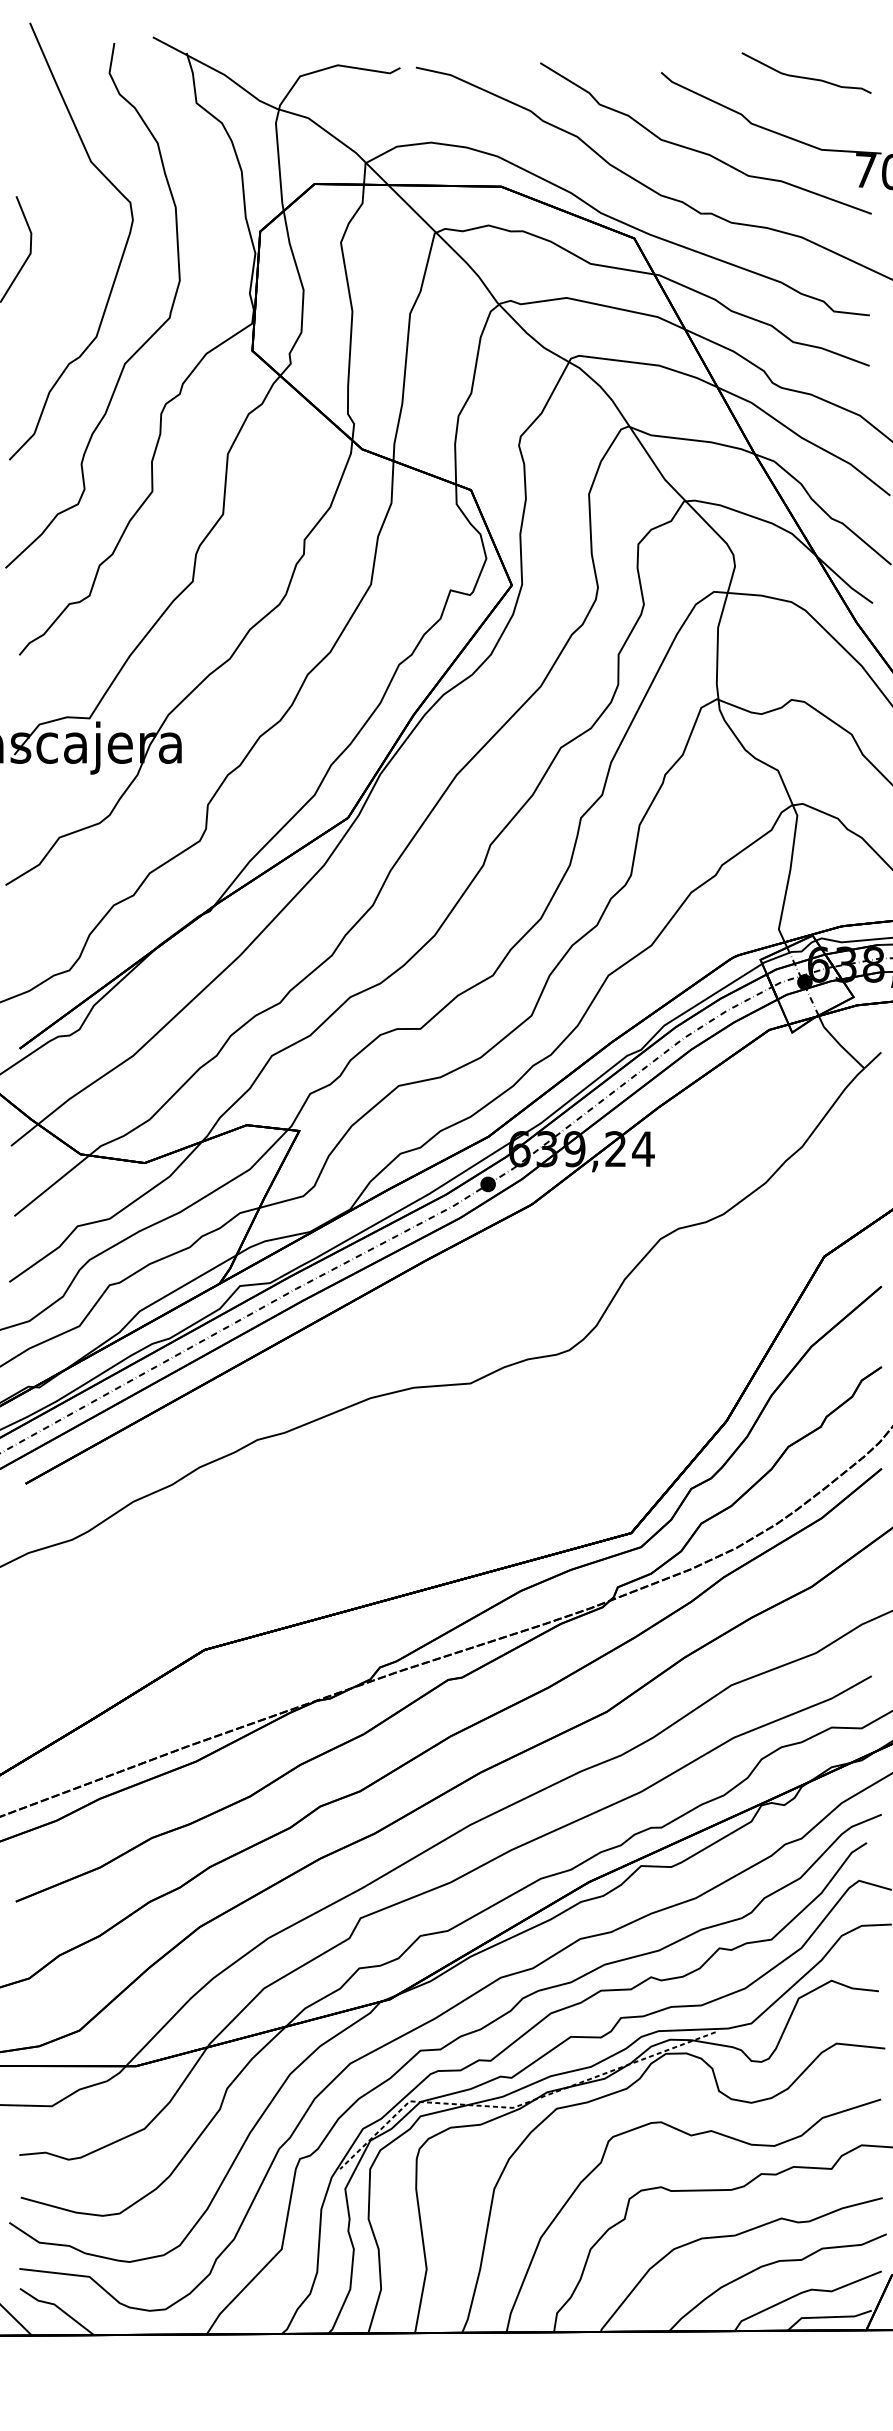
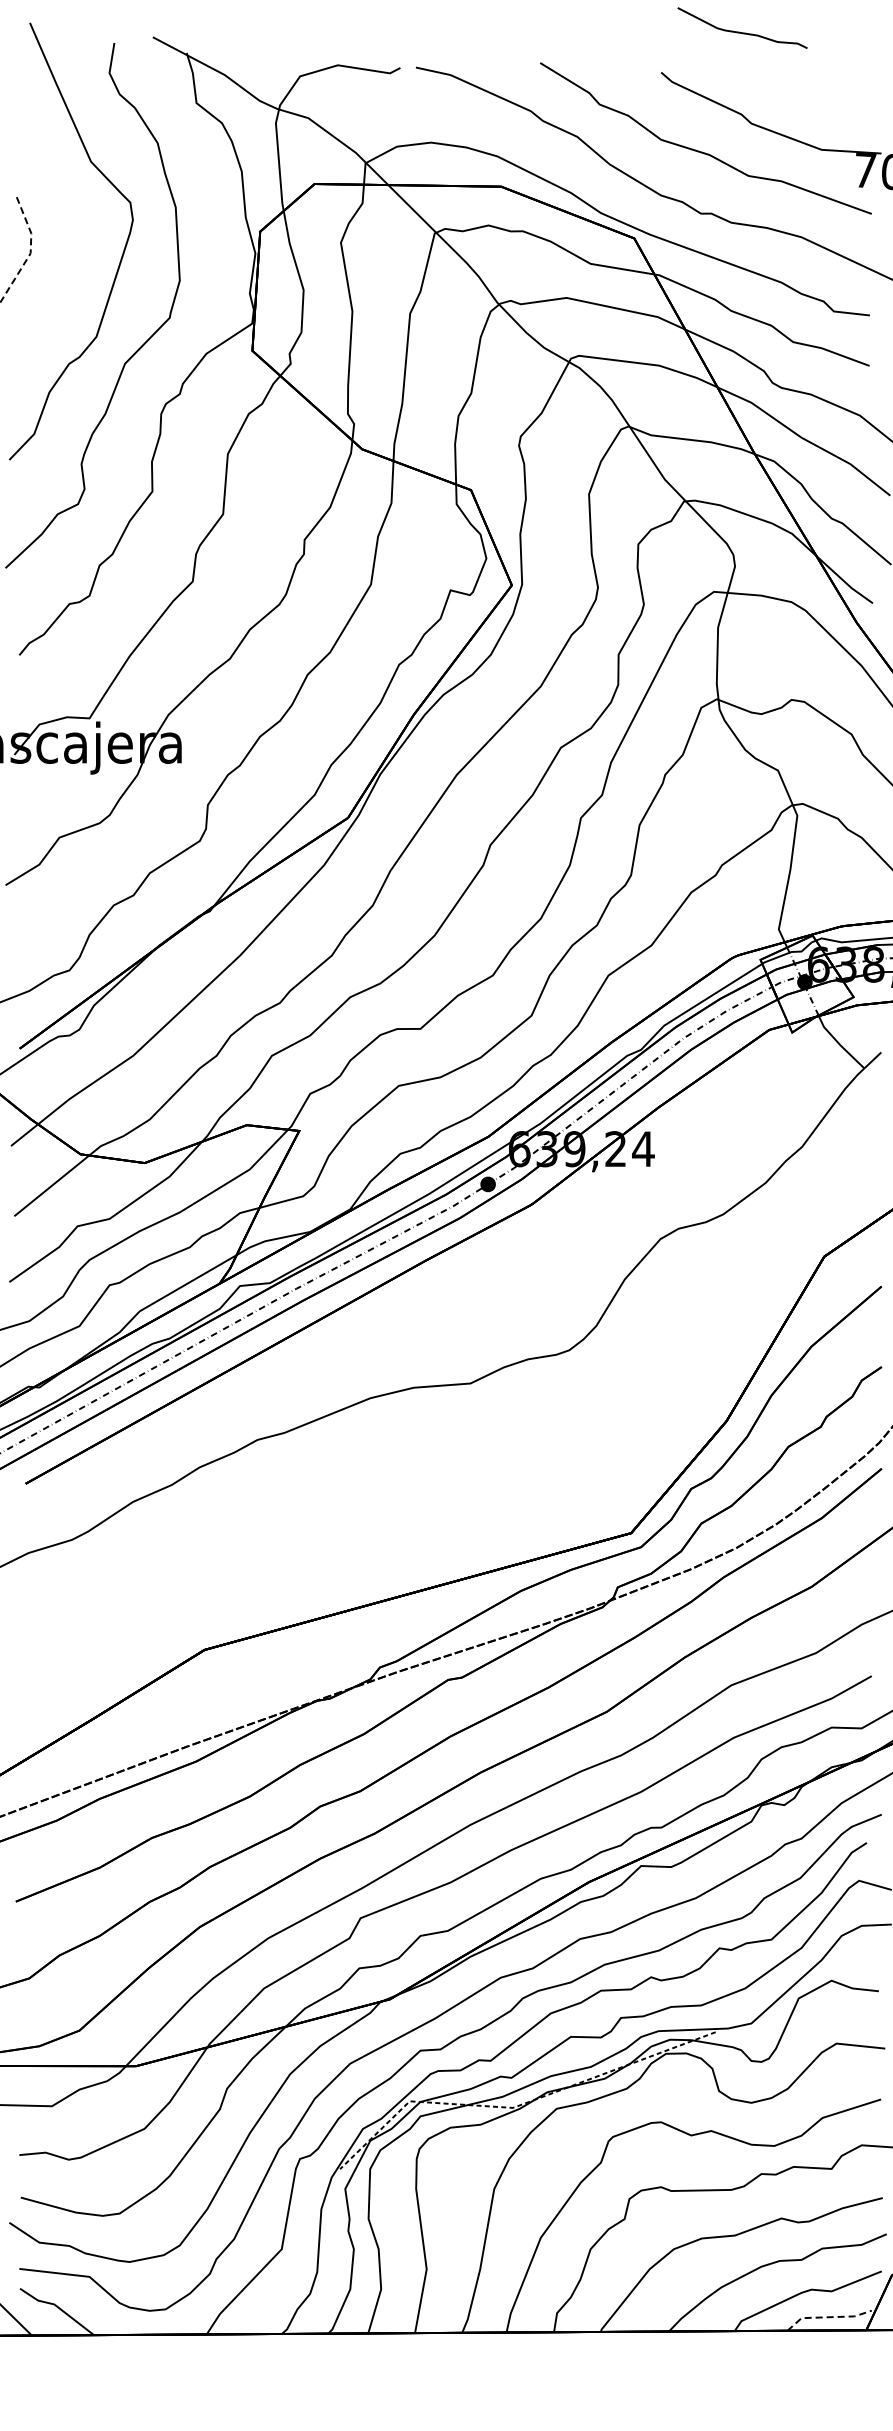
curve at (803, 76) position: (803, 76) -> (739, 31)
line at (30, 251): solid -> dashed
line at (828, 2317): solid -> dashed
